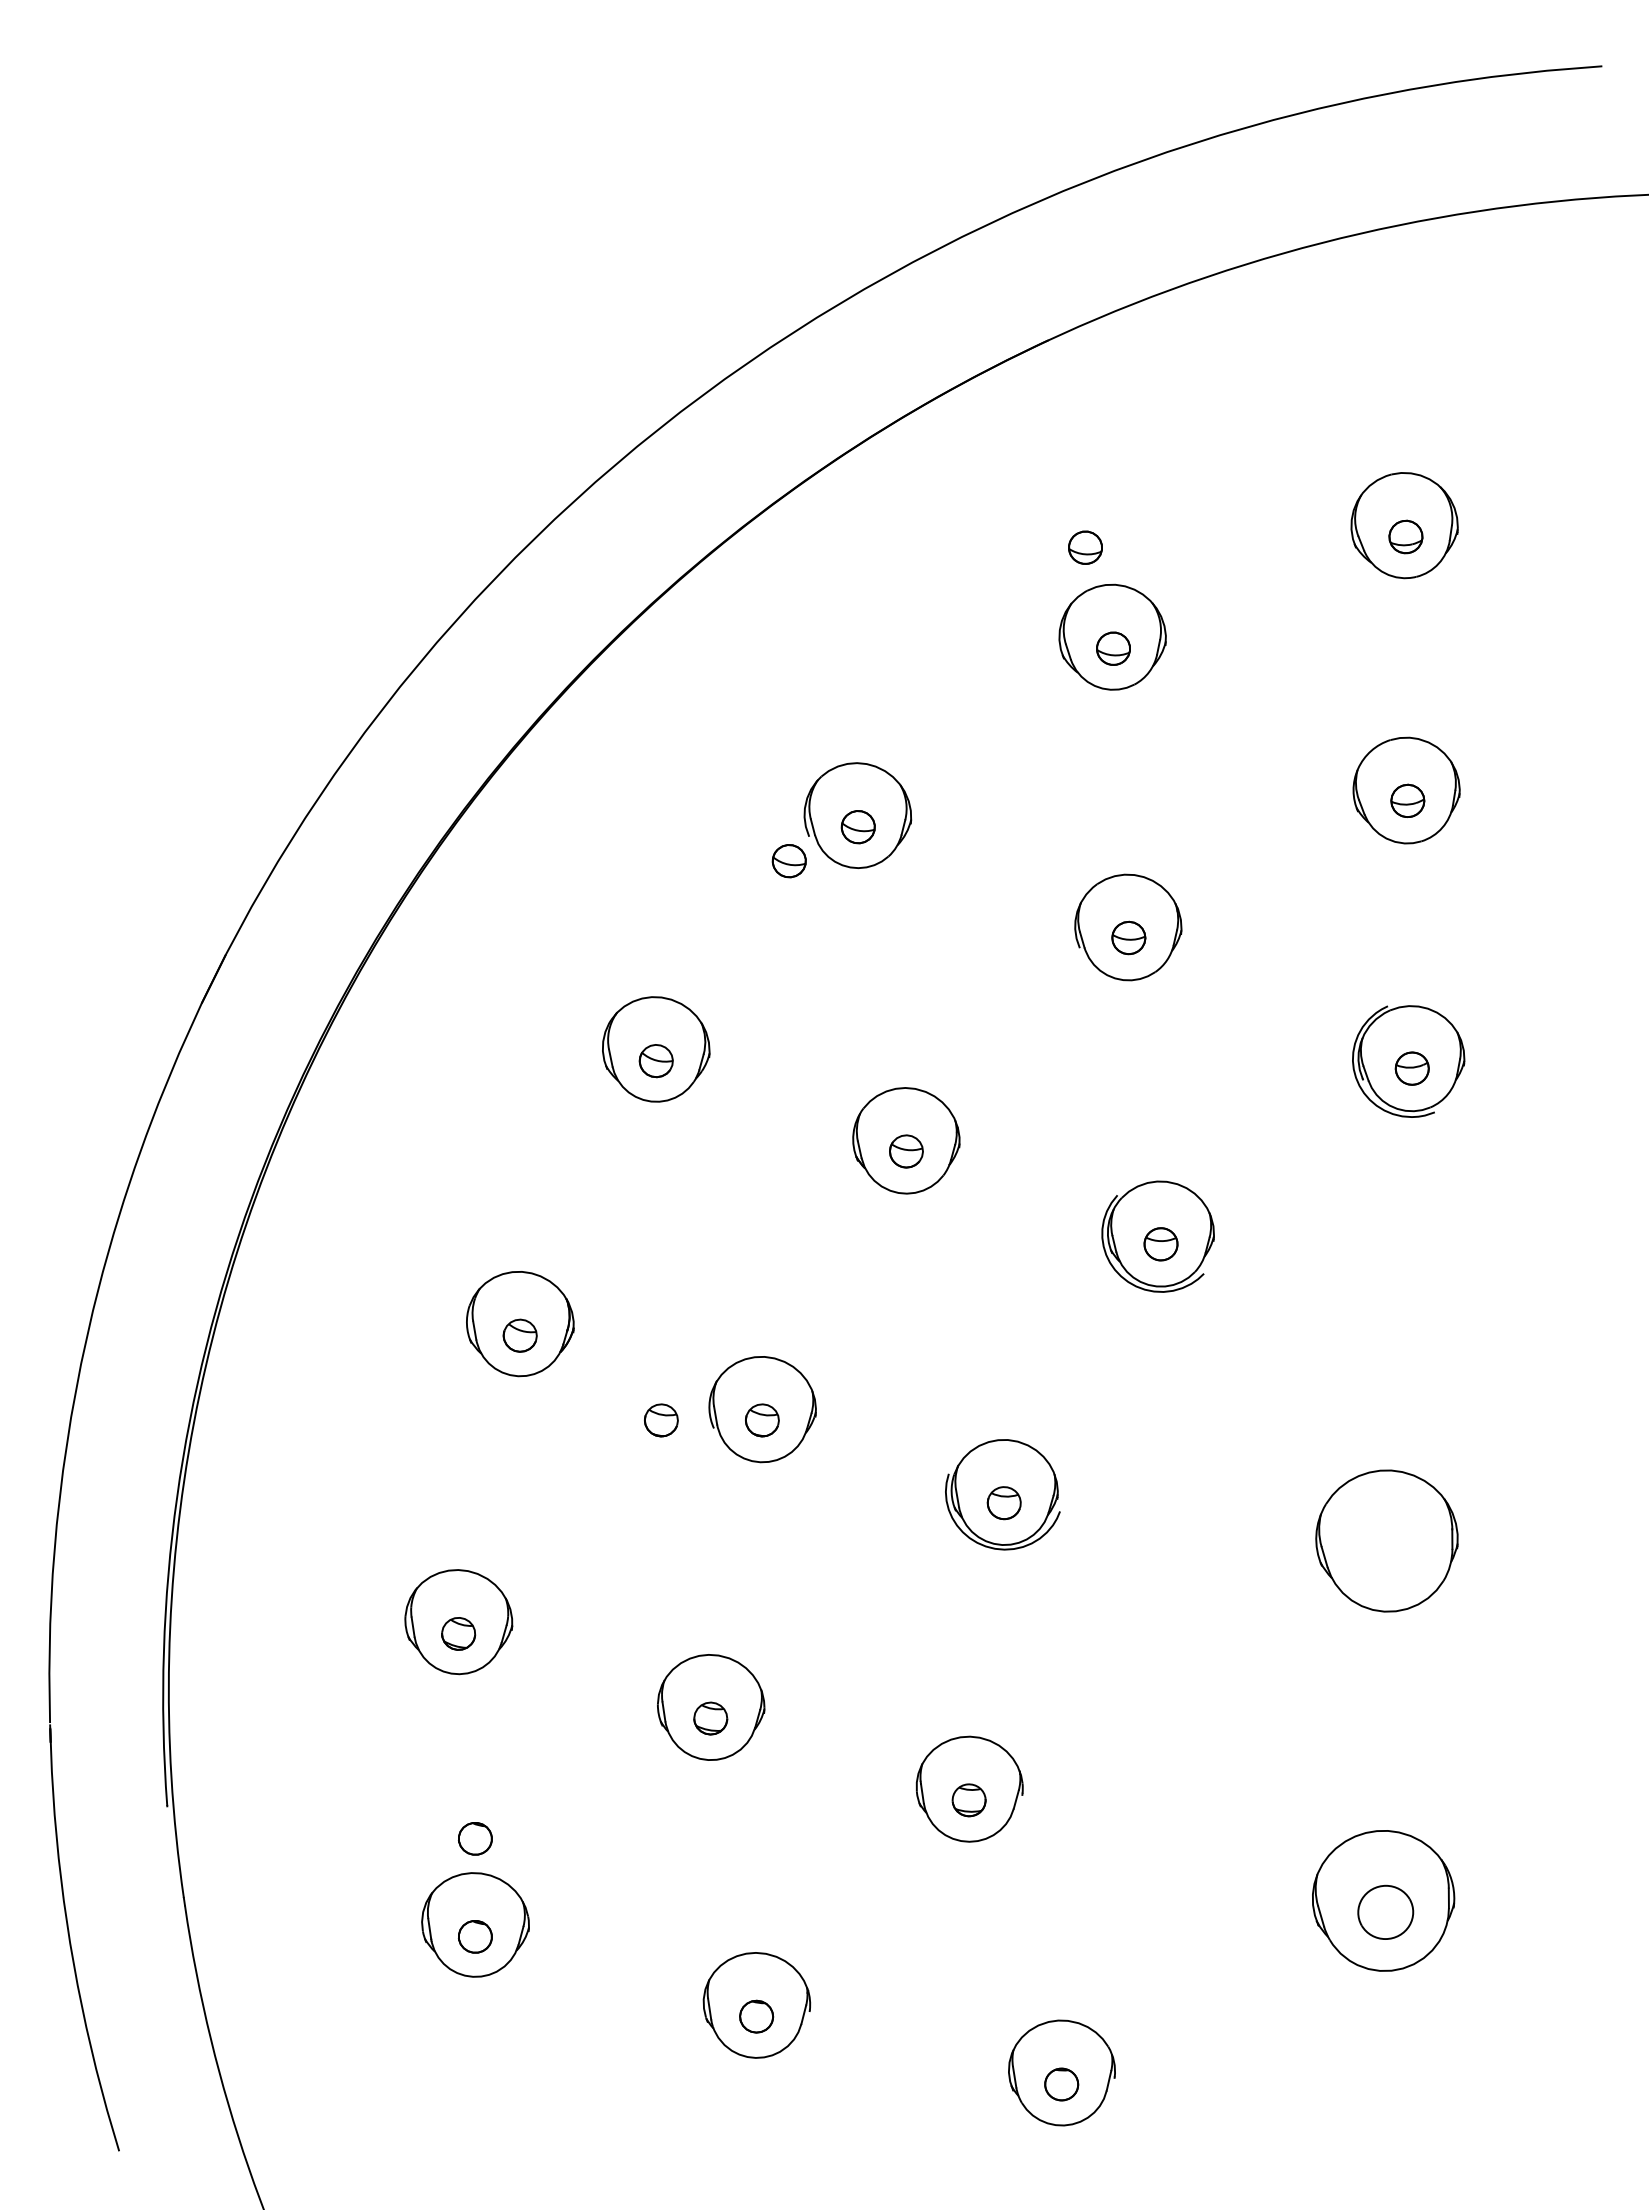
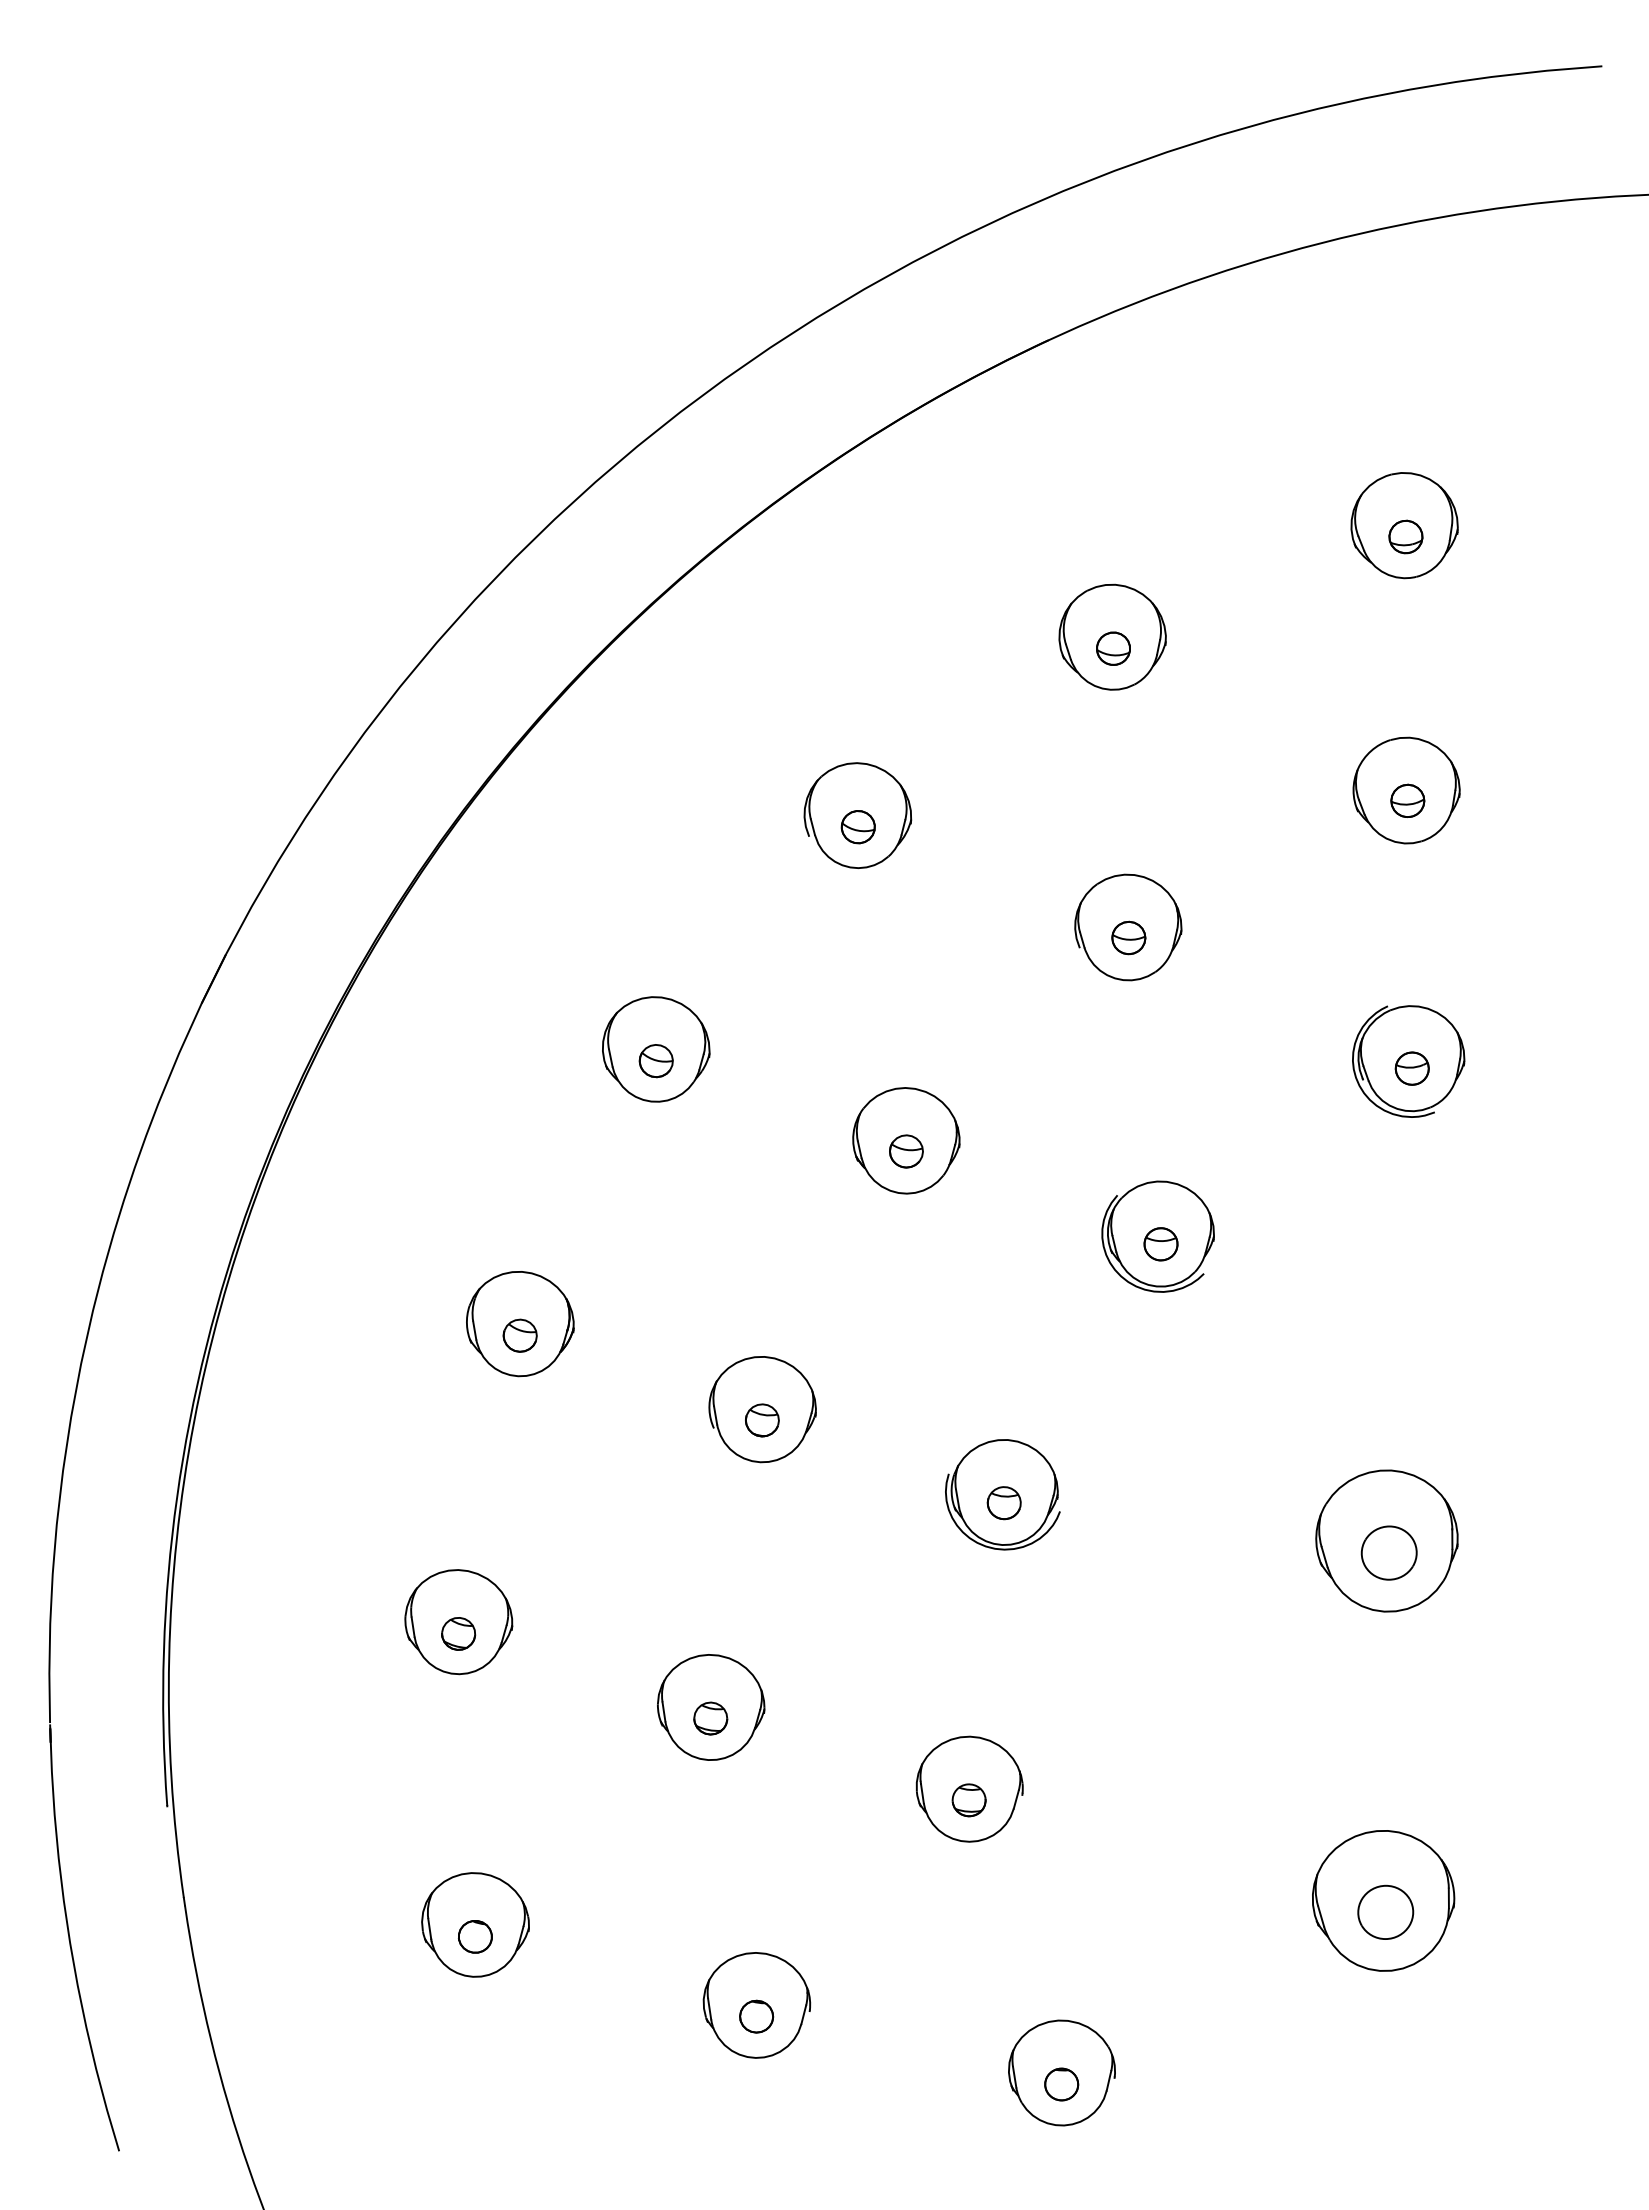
part at (1085, 547): present -> none
part at (788, 861): present -> none
part at (661, 1420): present -> none
part at (1388, 1552): none -> present
part at (475, 1838): present -> none
